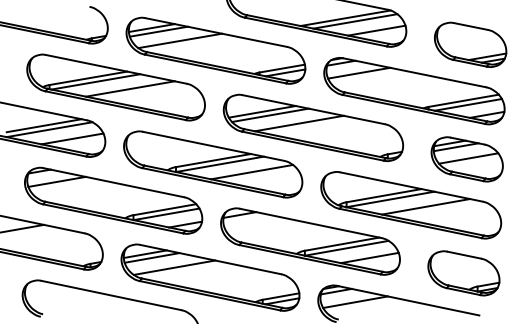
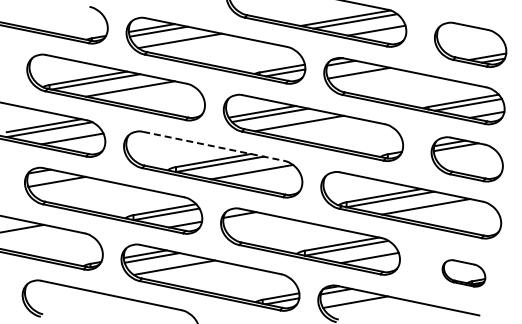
line at (213, 146): solid -> dashed
line at (468, 158): present -> none
part at (463, 273) size: 74x47 px -> 46x29 px
